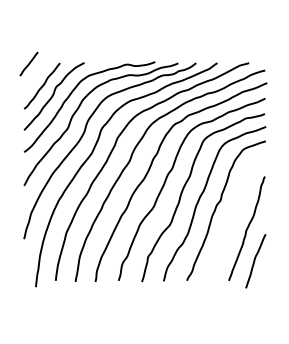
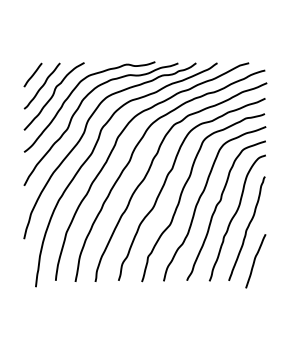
line at (28, 63) position: (28, 63) -> (32, 74)
curve at (234, 217): none -> present
